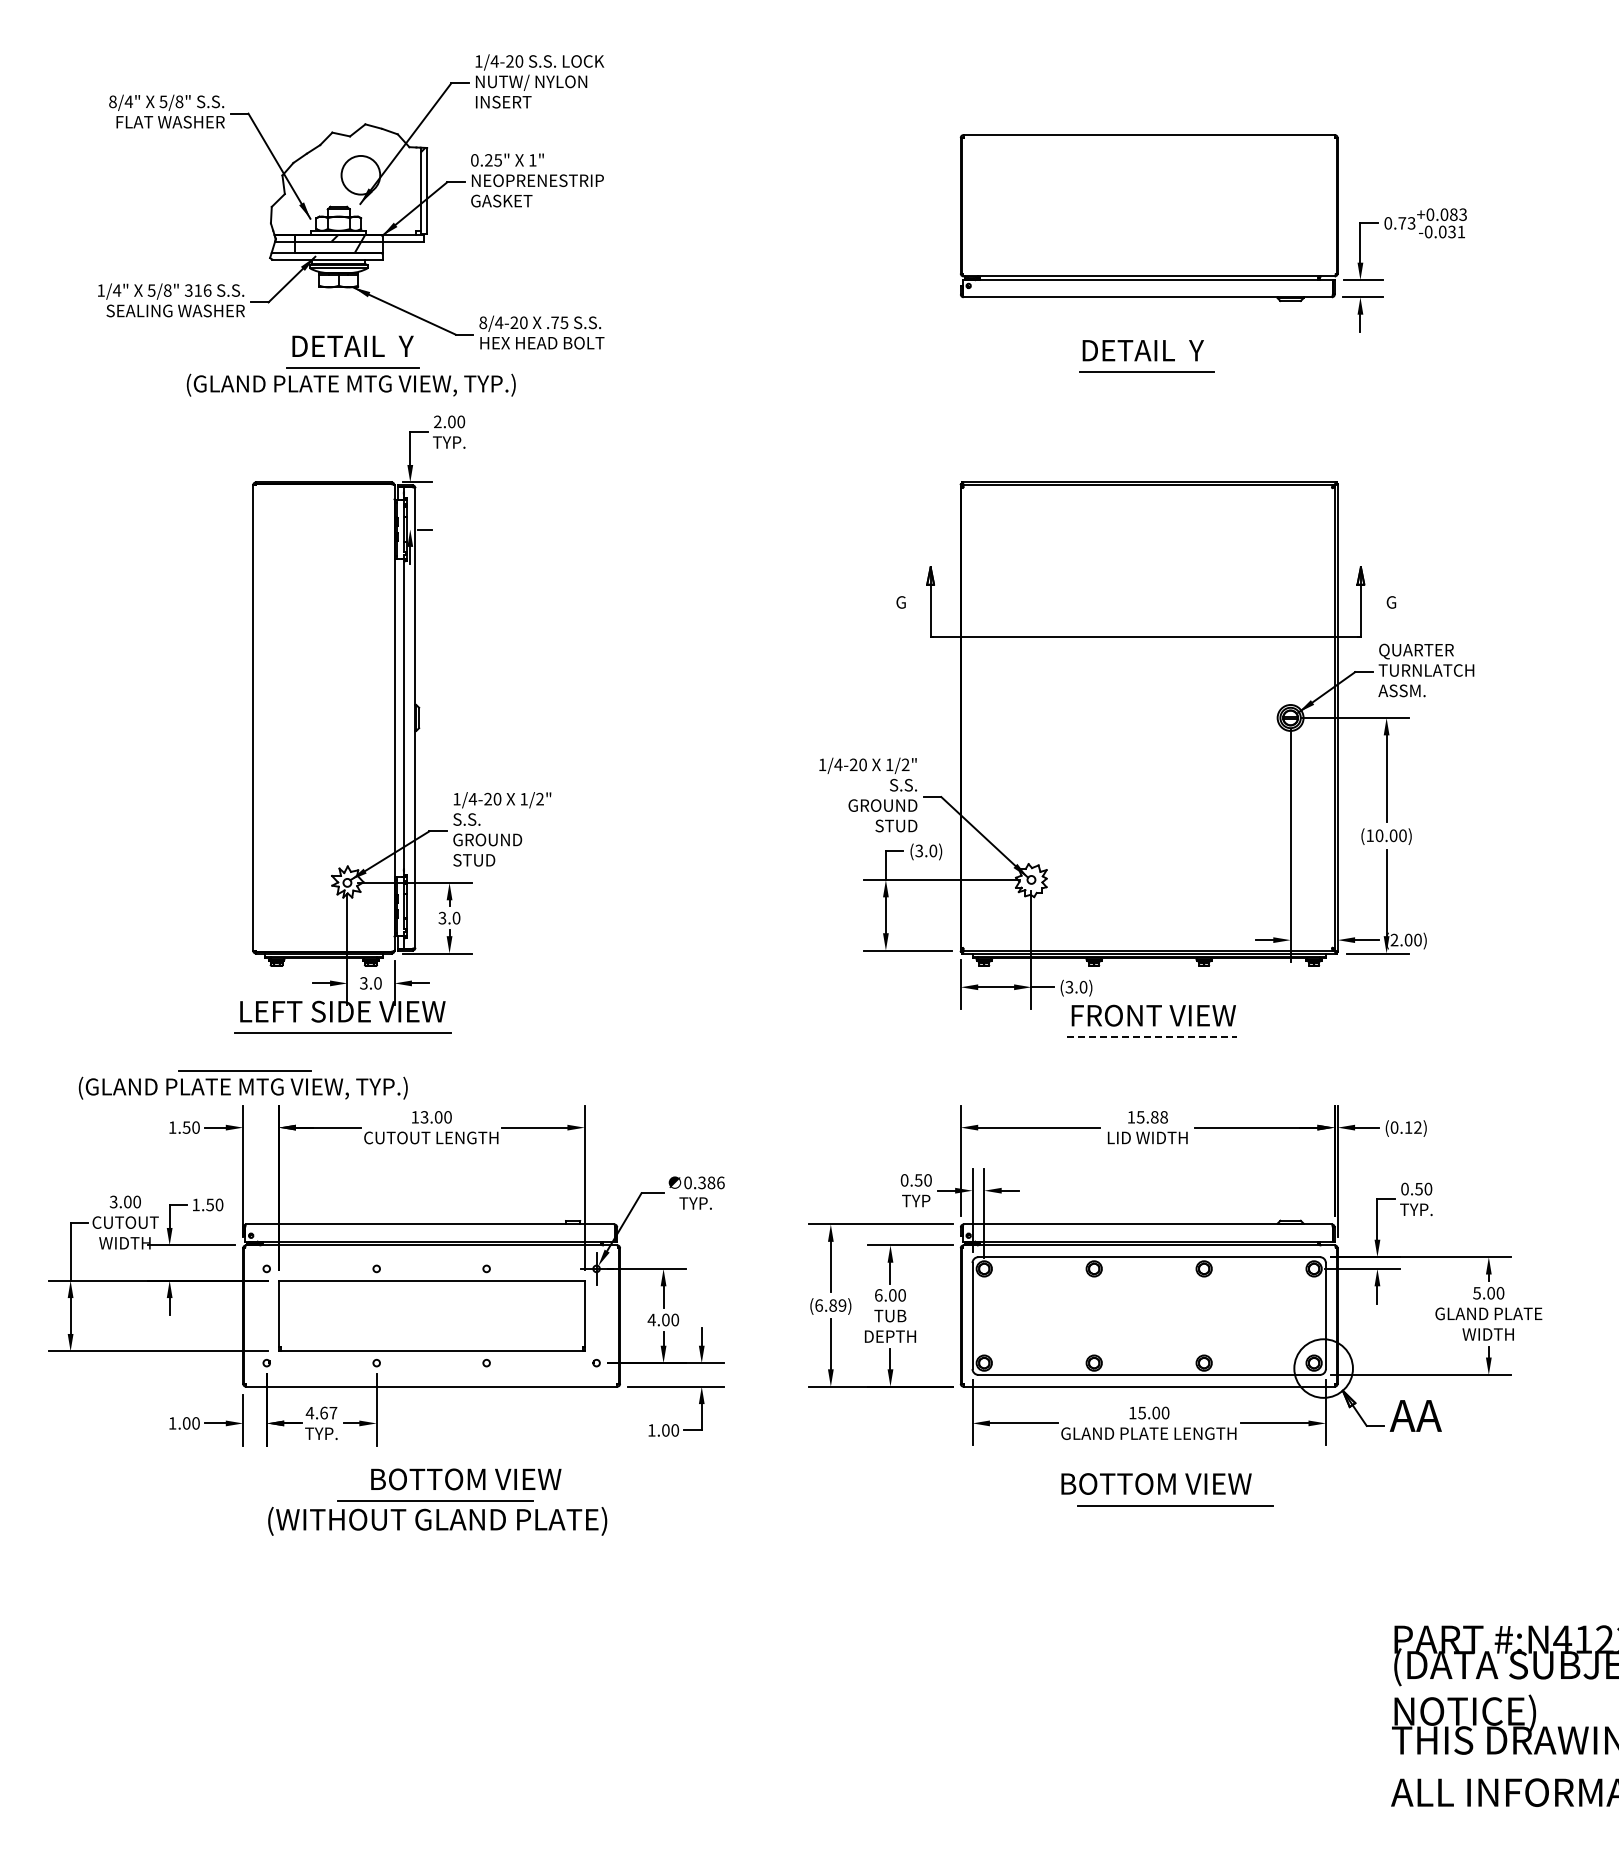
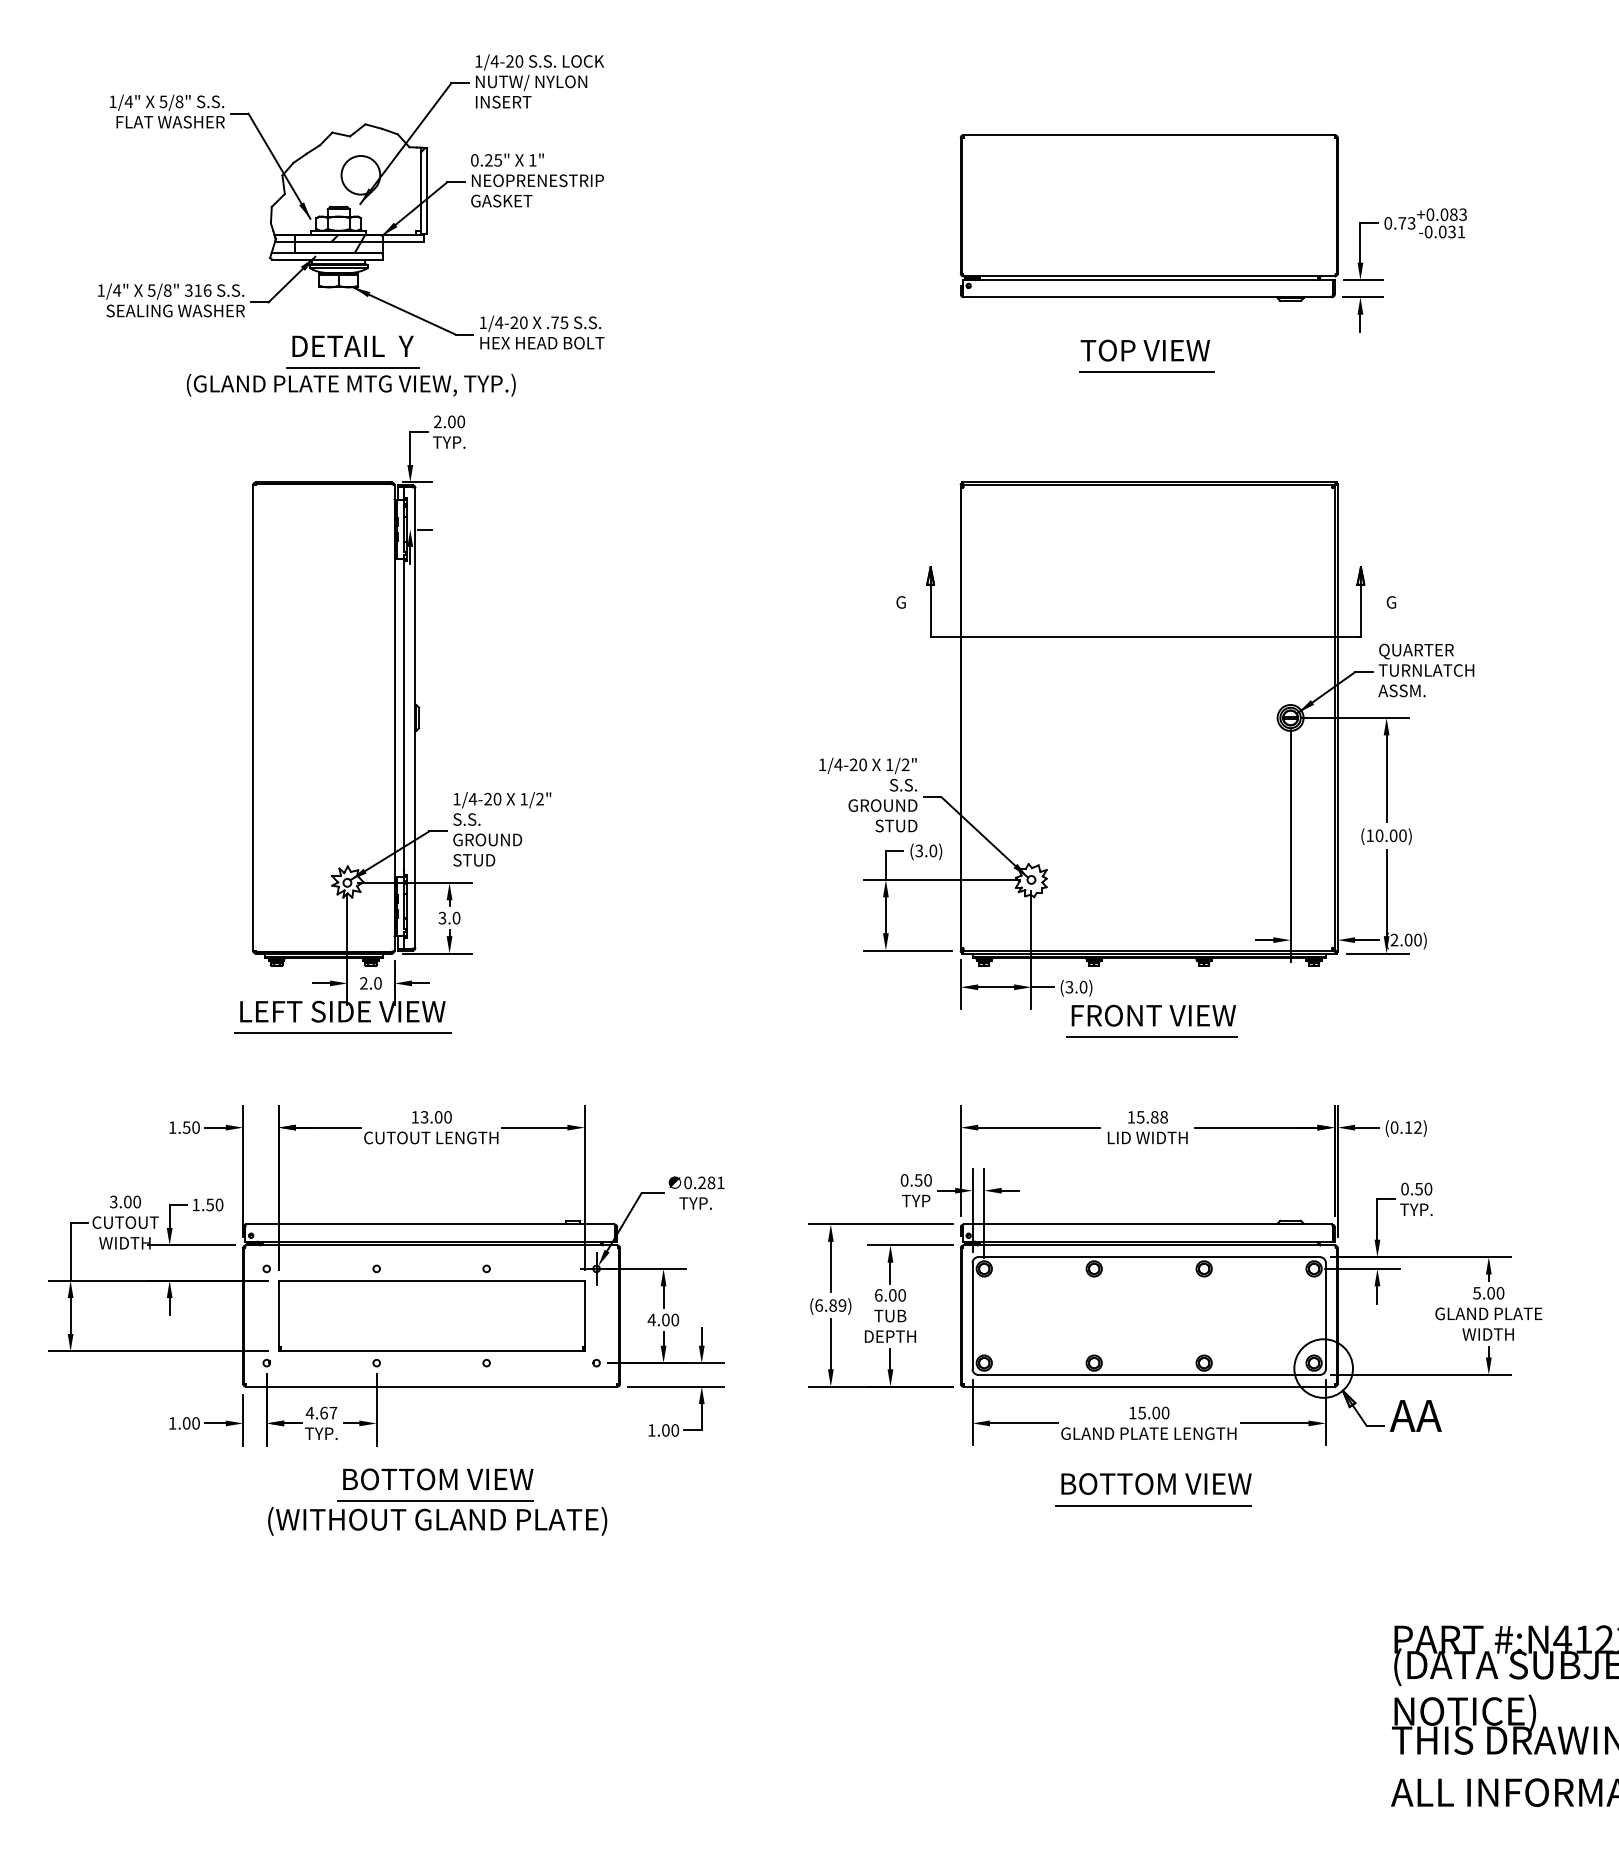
text at (112, 101): 8/4" -> 1/4"
text at (483, 322): 8/4-20 -> 1/4-20
text at (1144, 350): DETAIL  Y -> TOP VIEW
text at (363, 983): 3.0 -> 2.0
line at (1152, 1037): dashed -> solid
part at (242, 1084): present -> none
text at (711, 1182): 0.386 -> 0.281
text at (466, 1479) position: (466, 1479) -> (438, 1479)
line at (1175, 1505) position: (1175, 1505) -> (1153, 1505)
